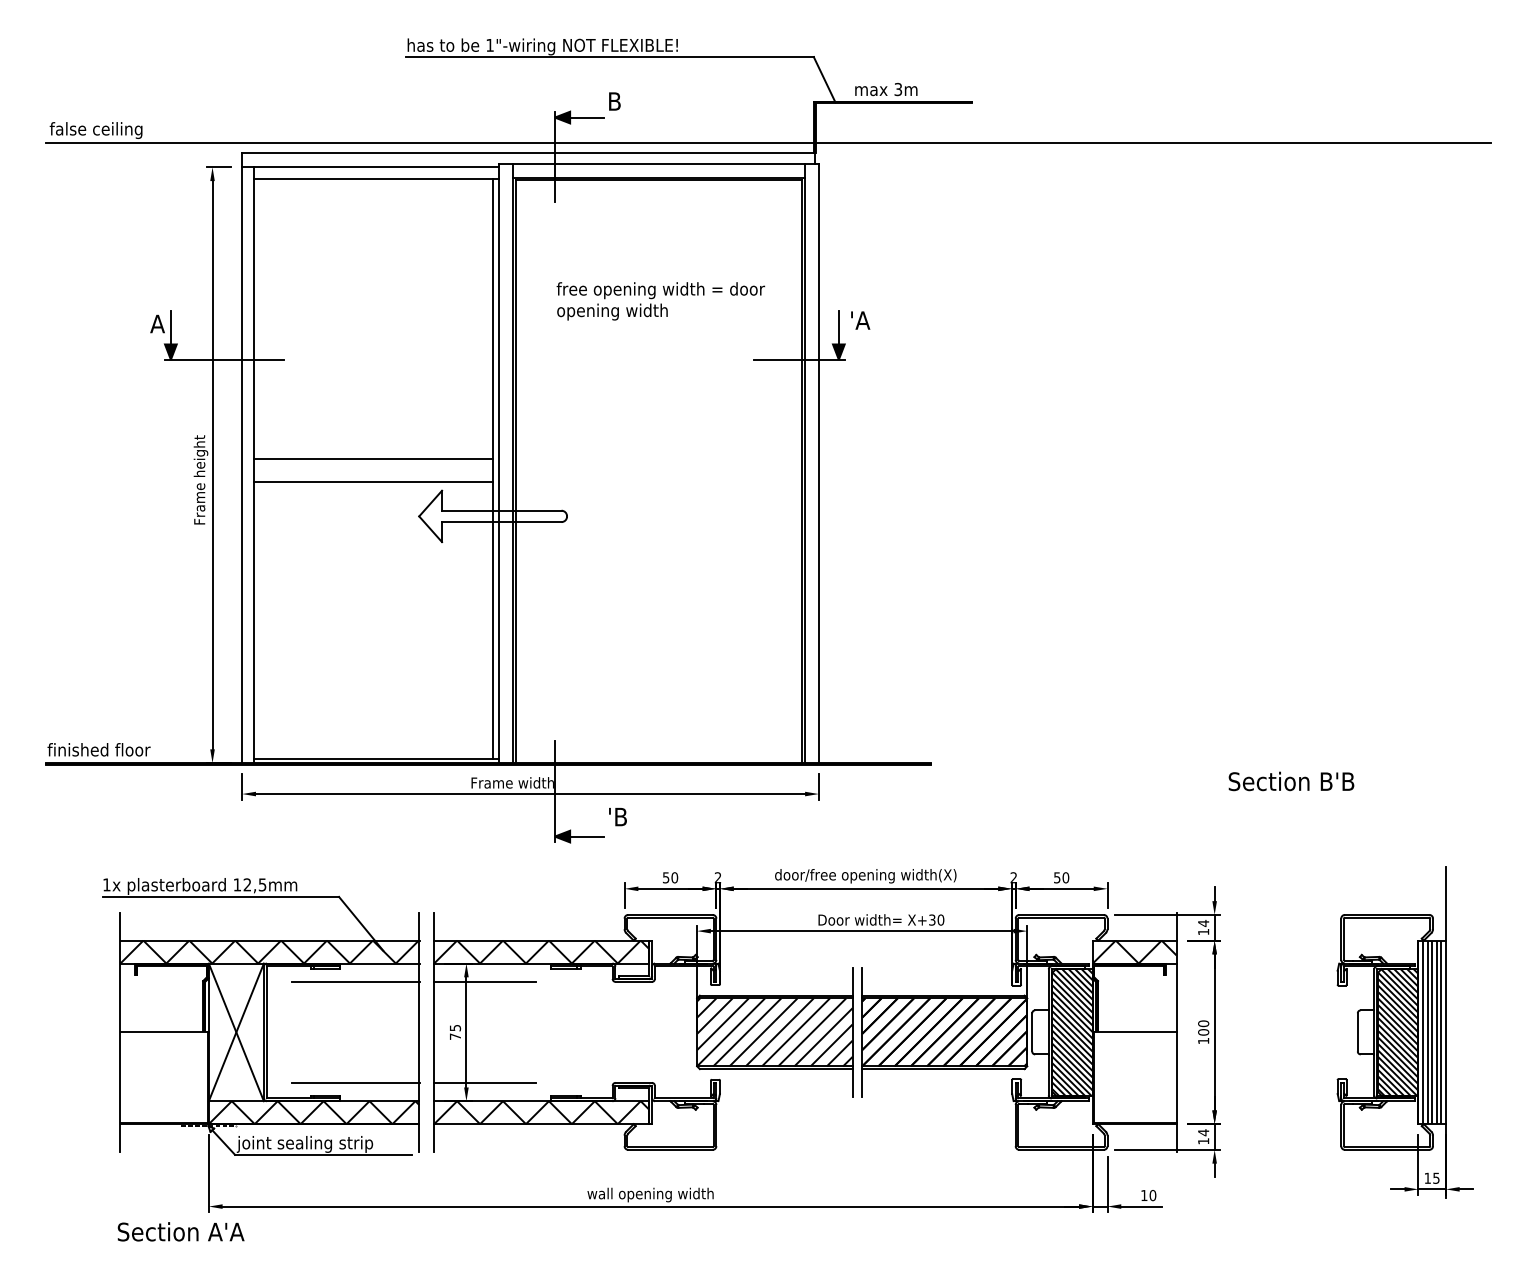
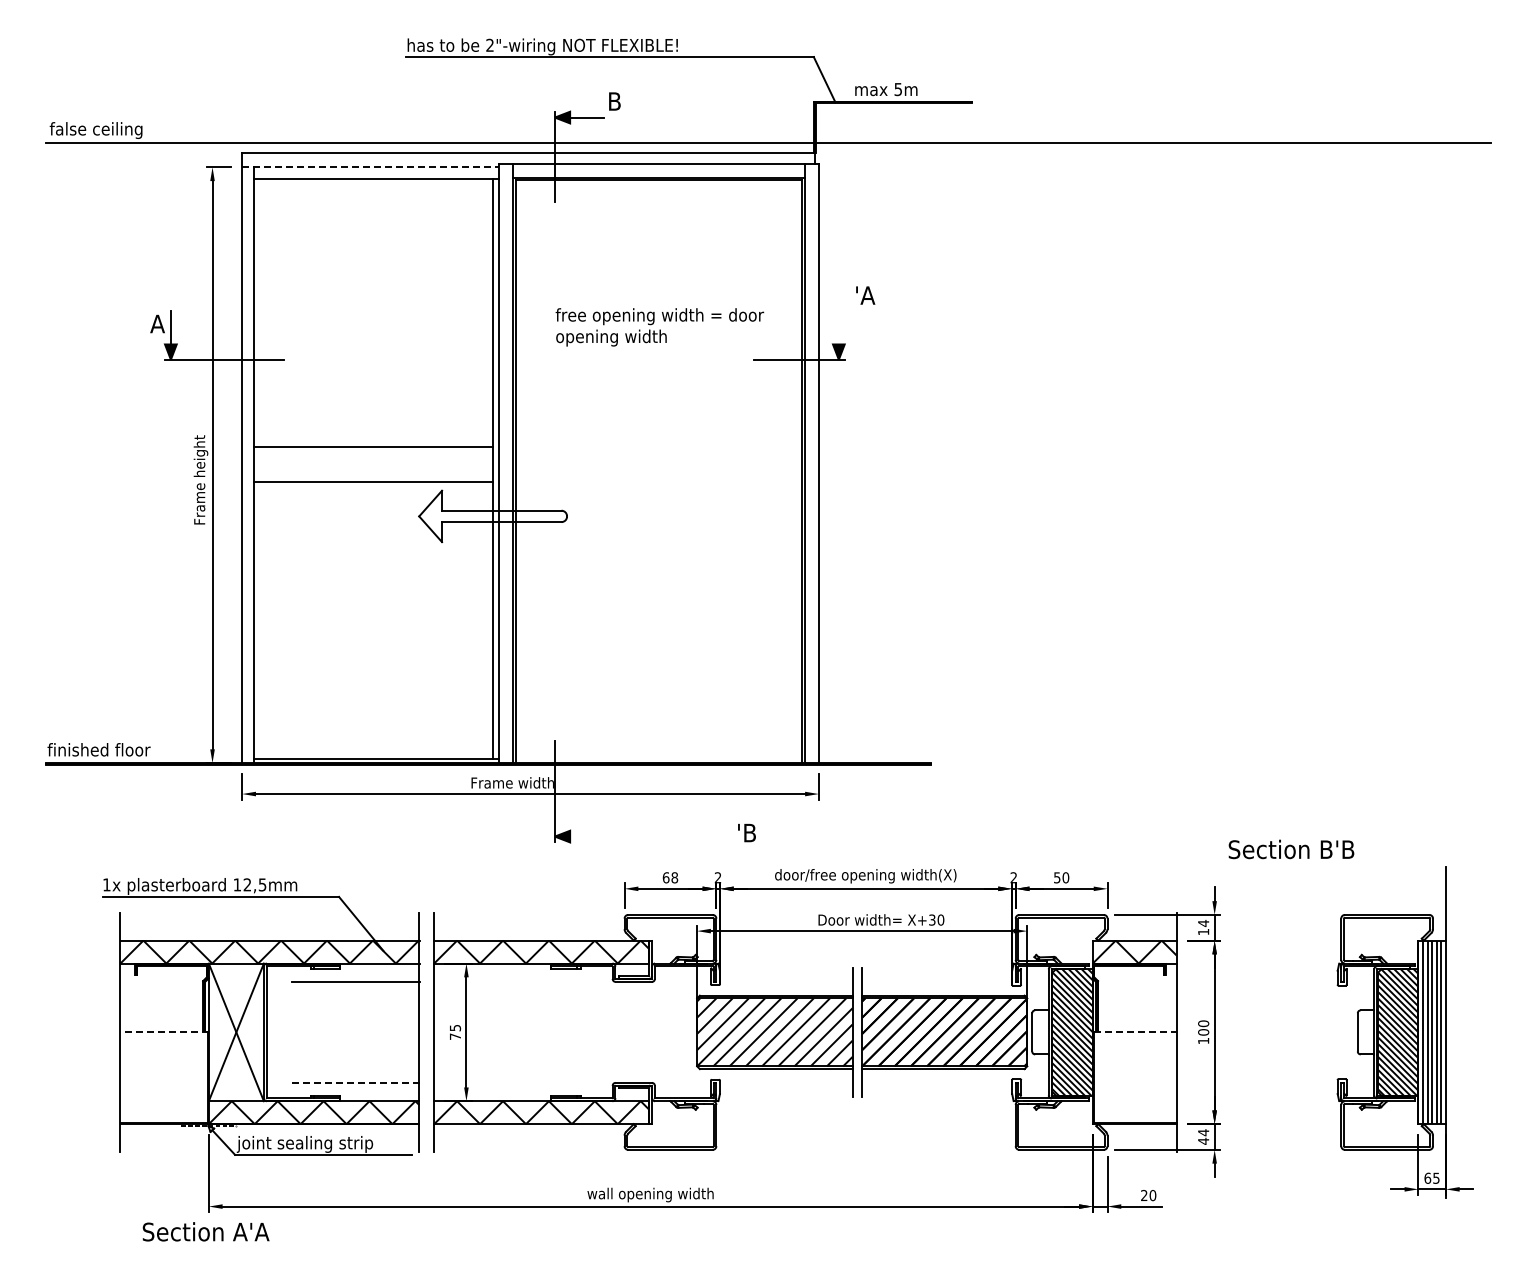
text at (489, 44): 1"-wiring -> 2"-wiring
text at (898, 88): 3m -> 5m
line at (371, 167): solid -> dashed
text at (660, 301) position: (660, 301) -> (659, 327)
text at (860, 320) position: (860, 320) -> (865, 295)
line at (838, 327): present -> none
line at (373, 459) position: (373, 459) -> (373, 447)
text at (1291, 781) position: (1291, 781) -> (1291, 849)
text at (617, 817) position: (617, 817) -> (746, 833)
line at (586, 836): present -> none
text at (670, 877): 50 -> 68
line at (485, 981): present -> none
line at (164, 1032): solid -> dashed
line at (1135, 1032): solid -> dashed
line at (355, 1082): solid -> dashed
line at (485, 1082): present -> none
text at (1203, 1140): 14 -> 44
text at (1427, 1177): 15 -> 65
text at (1144, 1194): 10 -> 20
text at (180, 1231) position: (180, 1231) -> (205, 1231)
